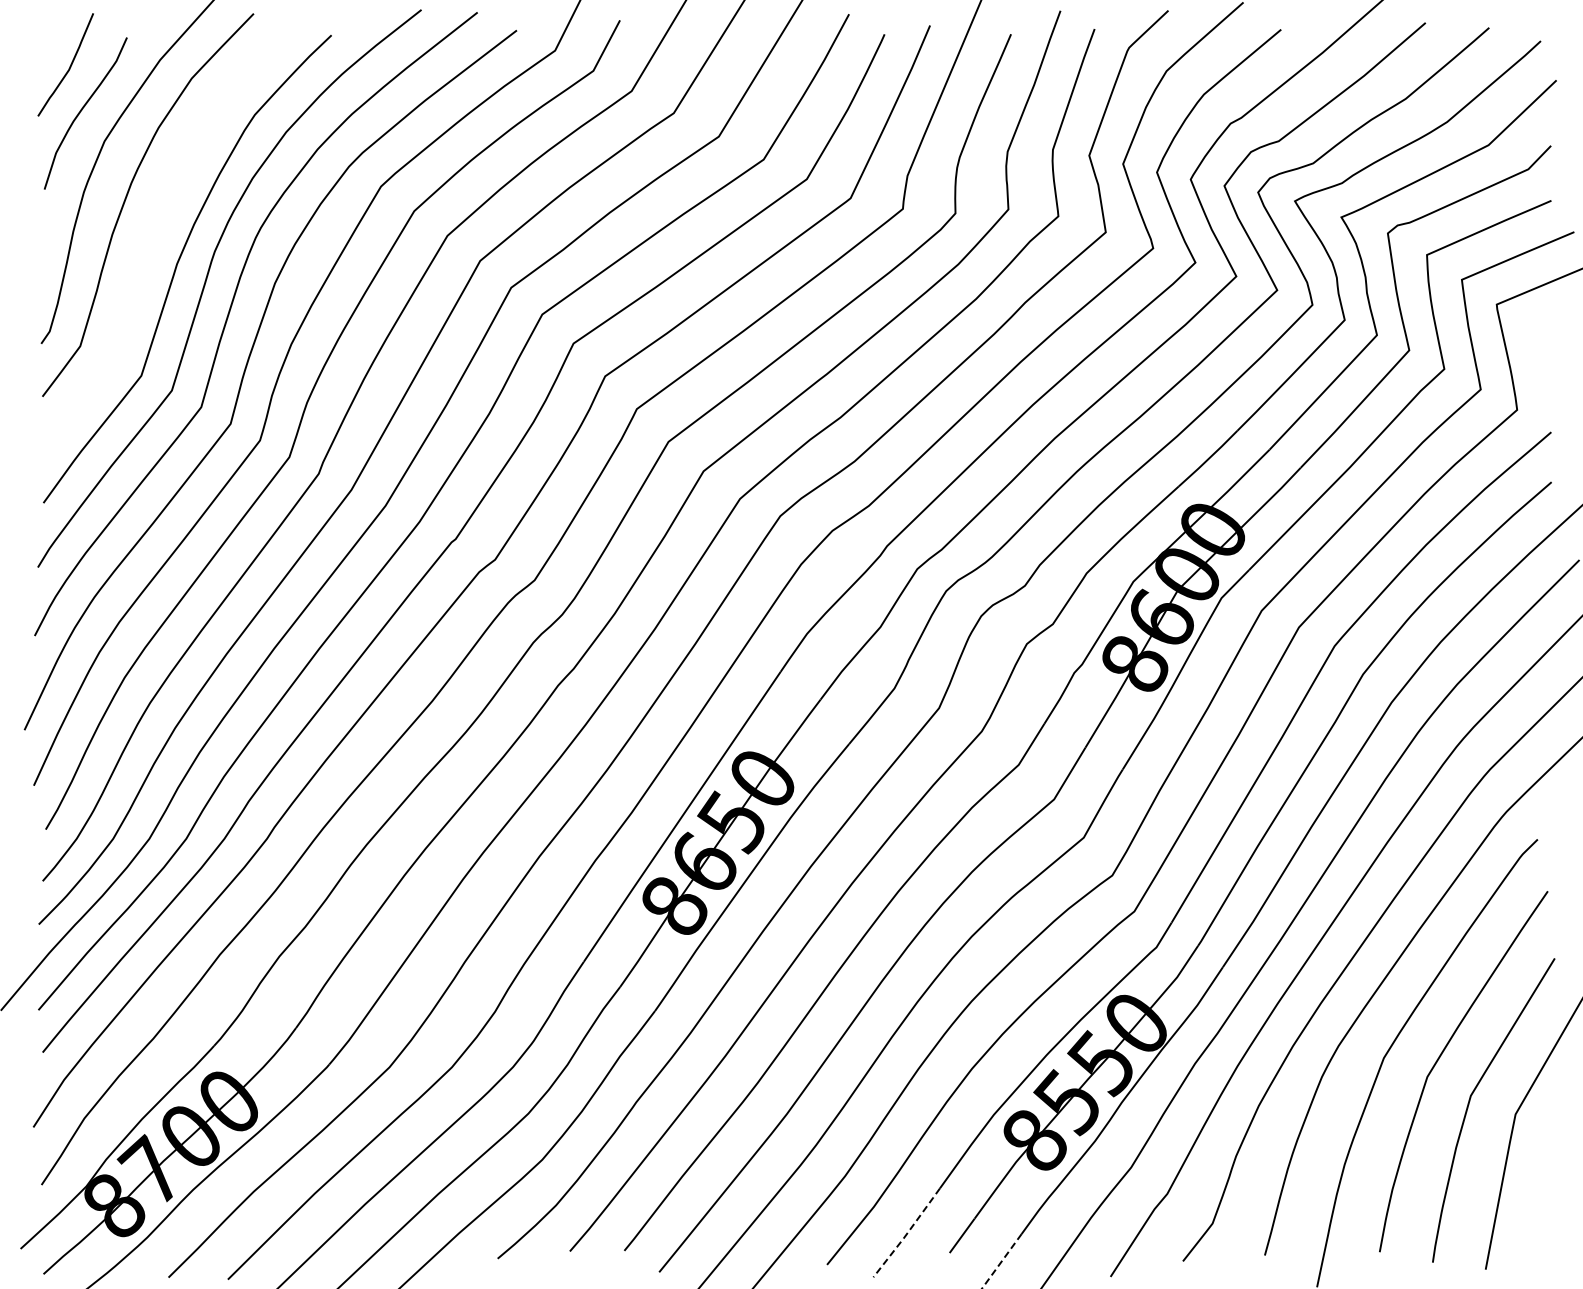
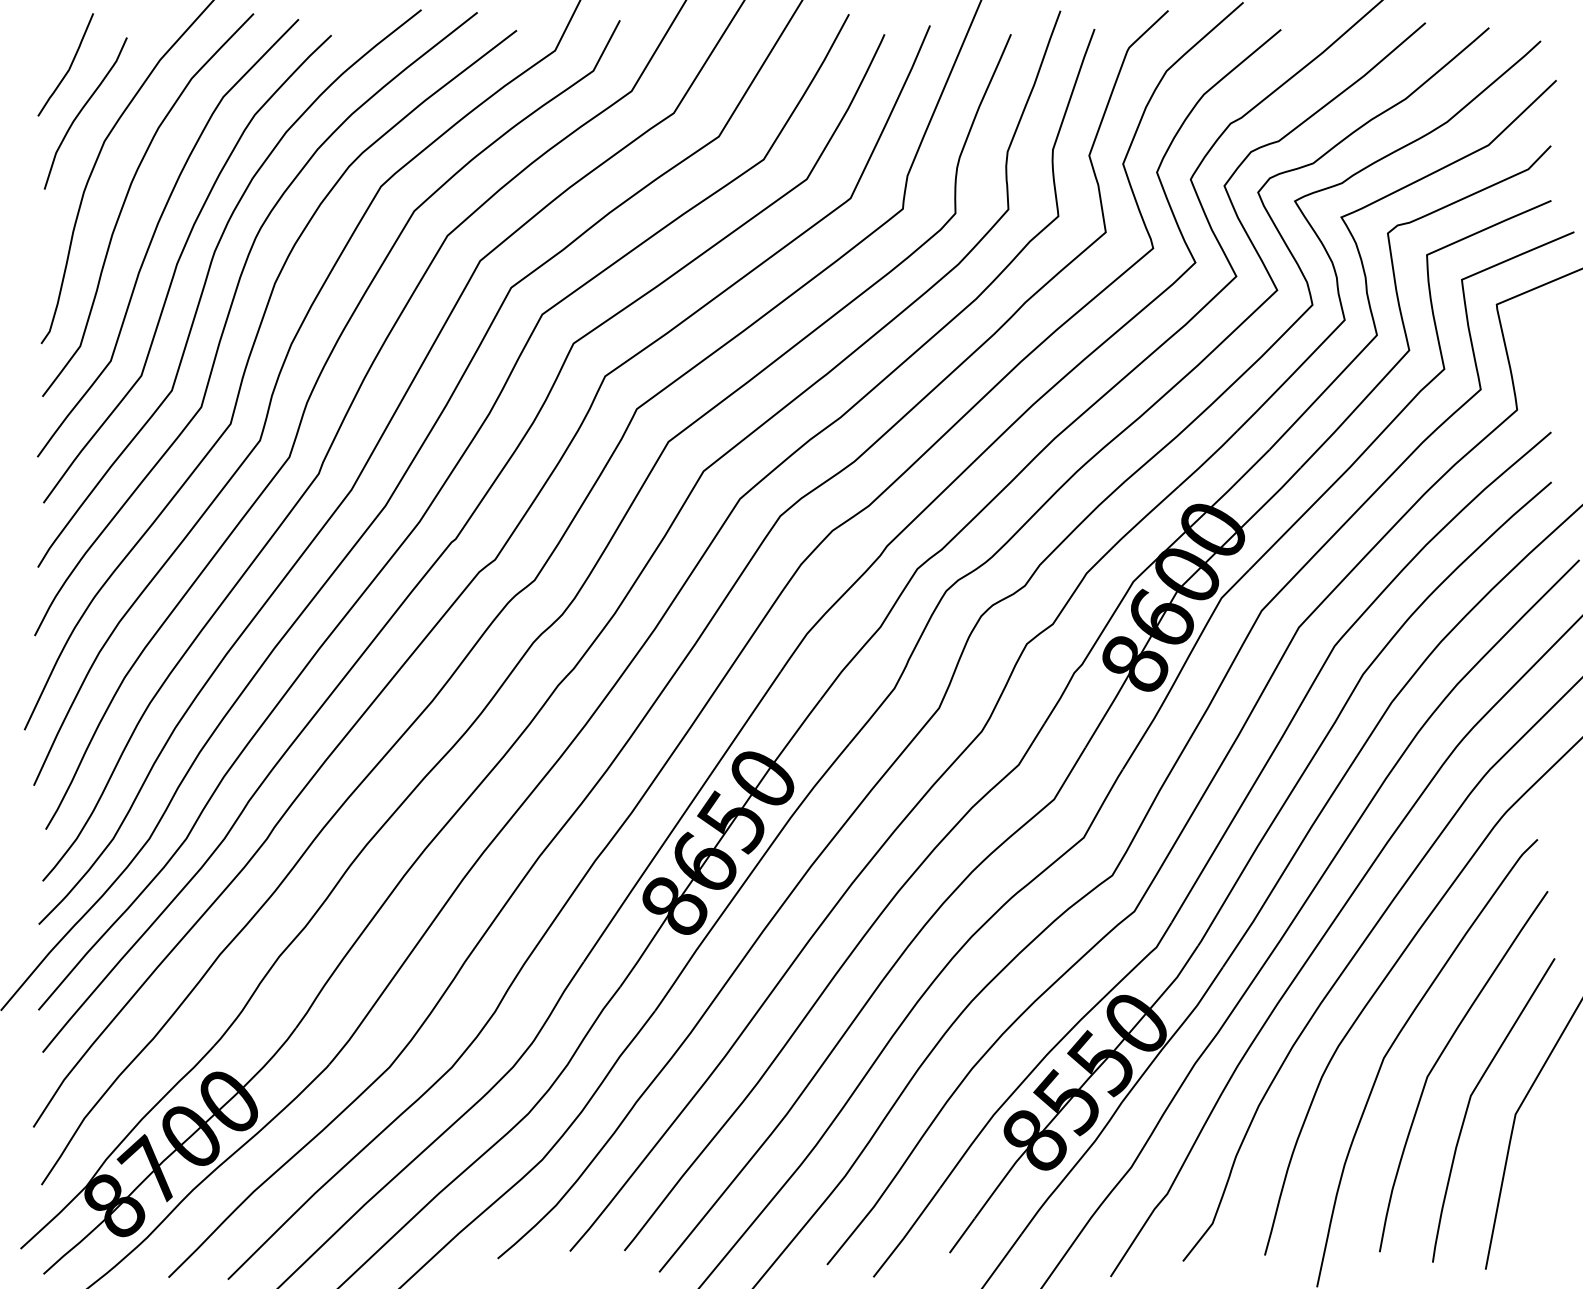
curve at (155, 233): none -> present
line at (907, 1233): dashed -> solid
line at (1001, 1261): dashed -> solid
